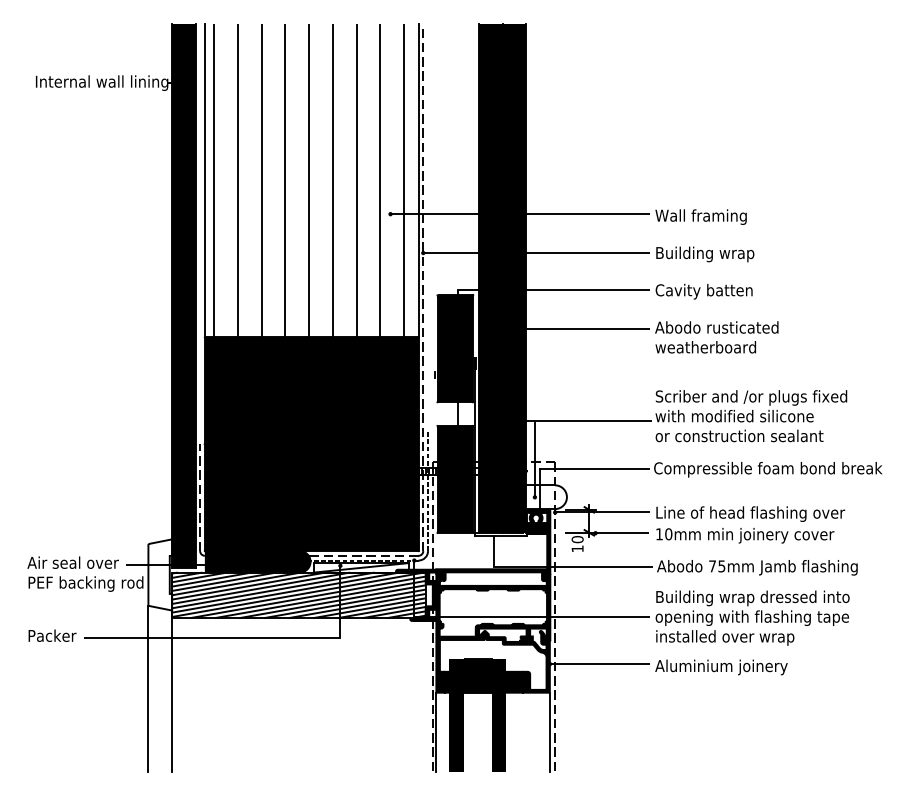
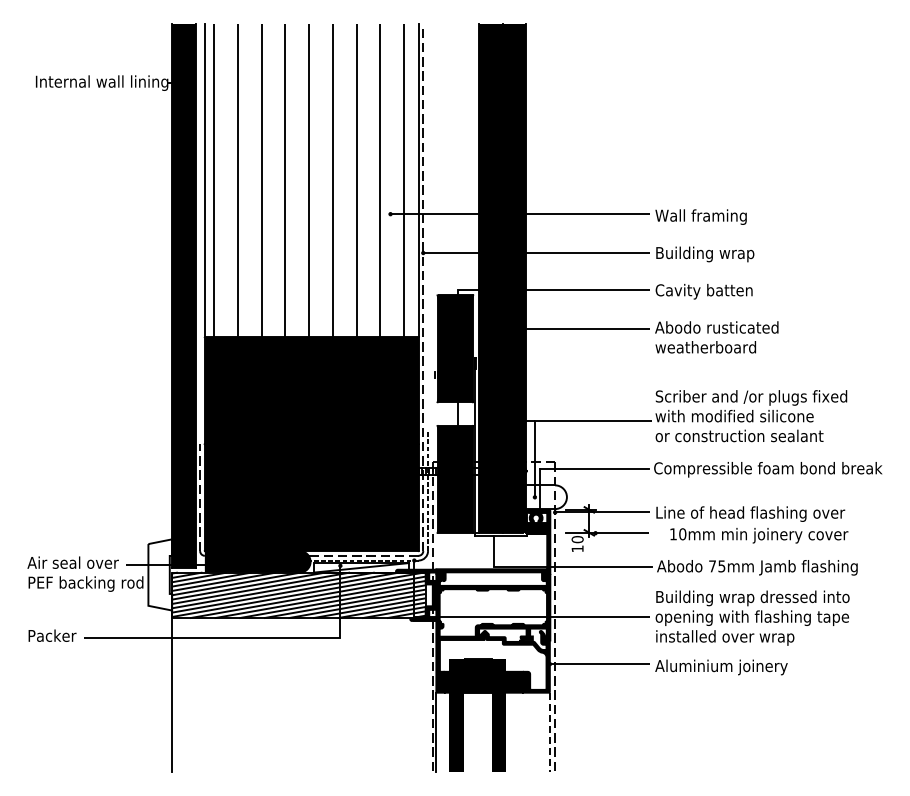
text at (745, 535) position: (745, 535) -> (759, 535)
line at (148, 688): present -> none
line at (549, 732): solid -> dashed
